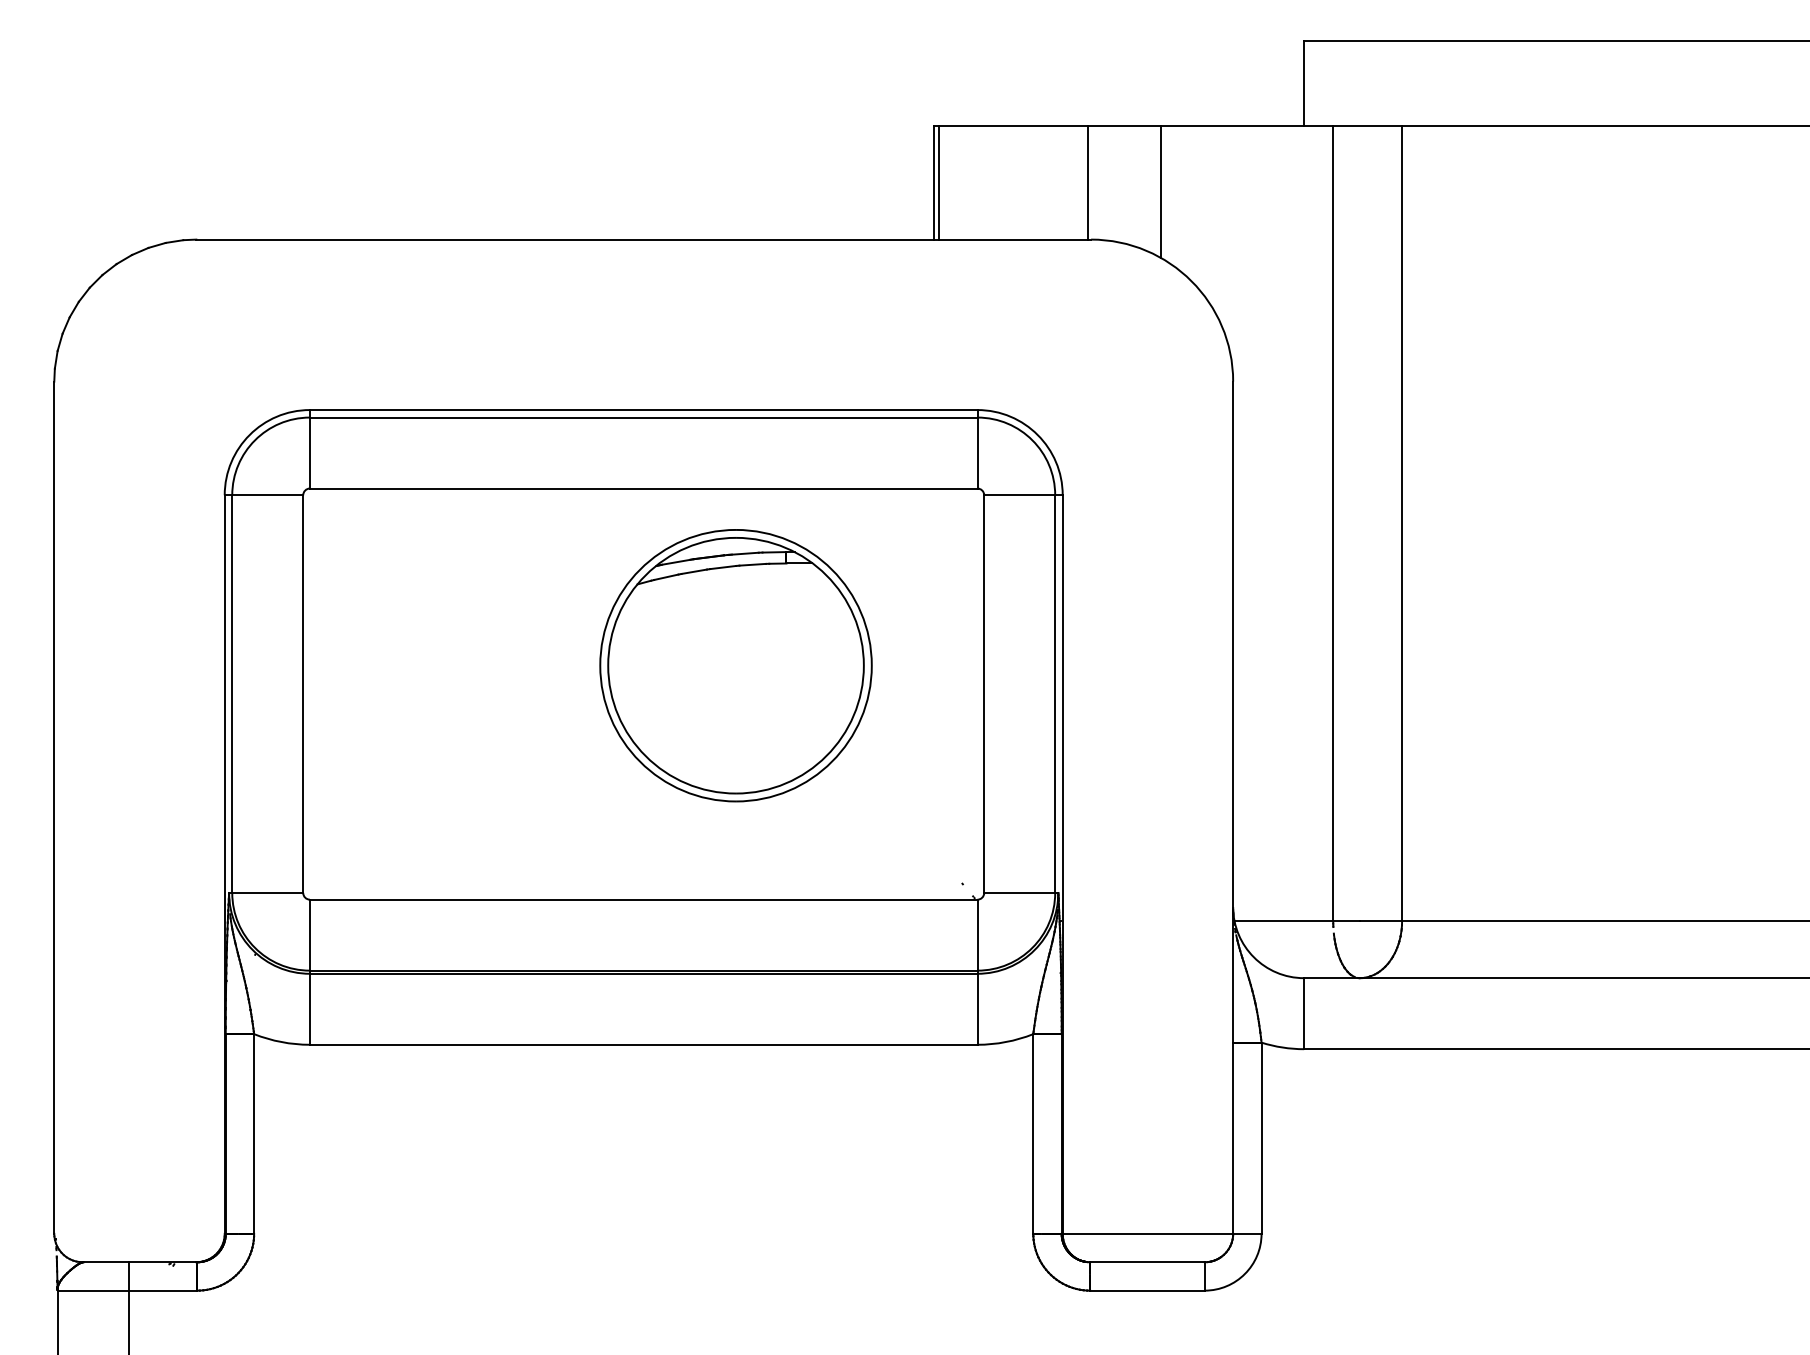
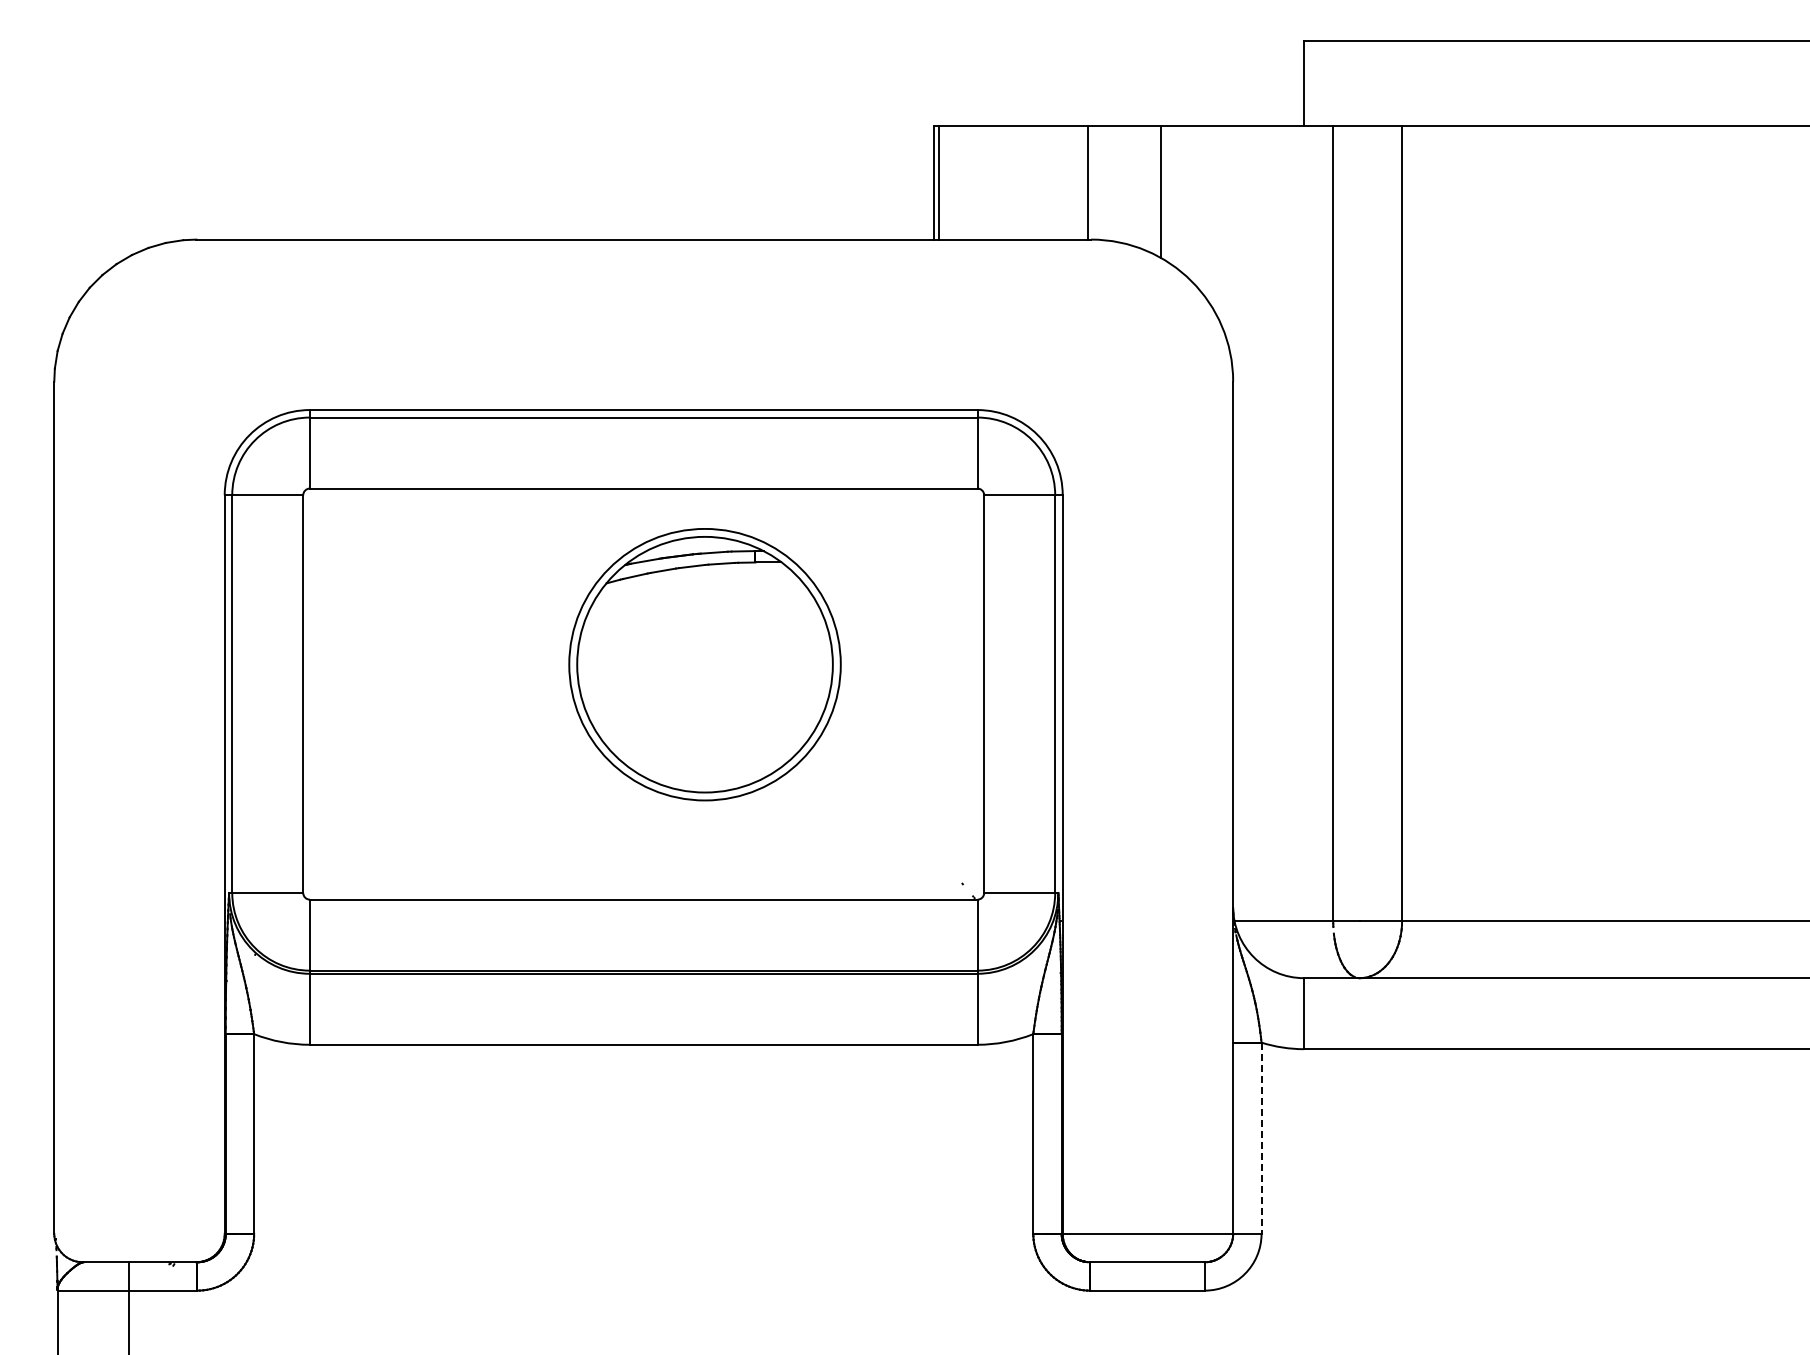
part at (735, 665) position: (735, 665) -> (704, 664)
line at (1261, 1138): solid -> dashed
